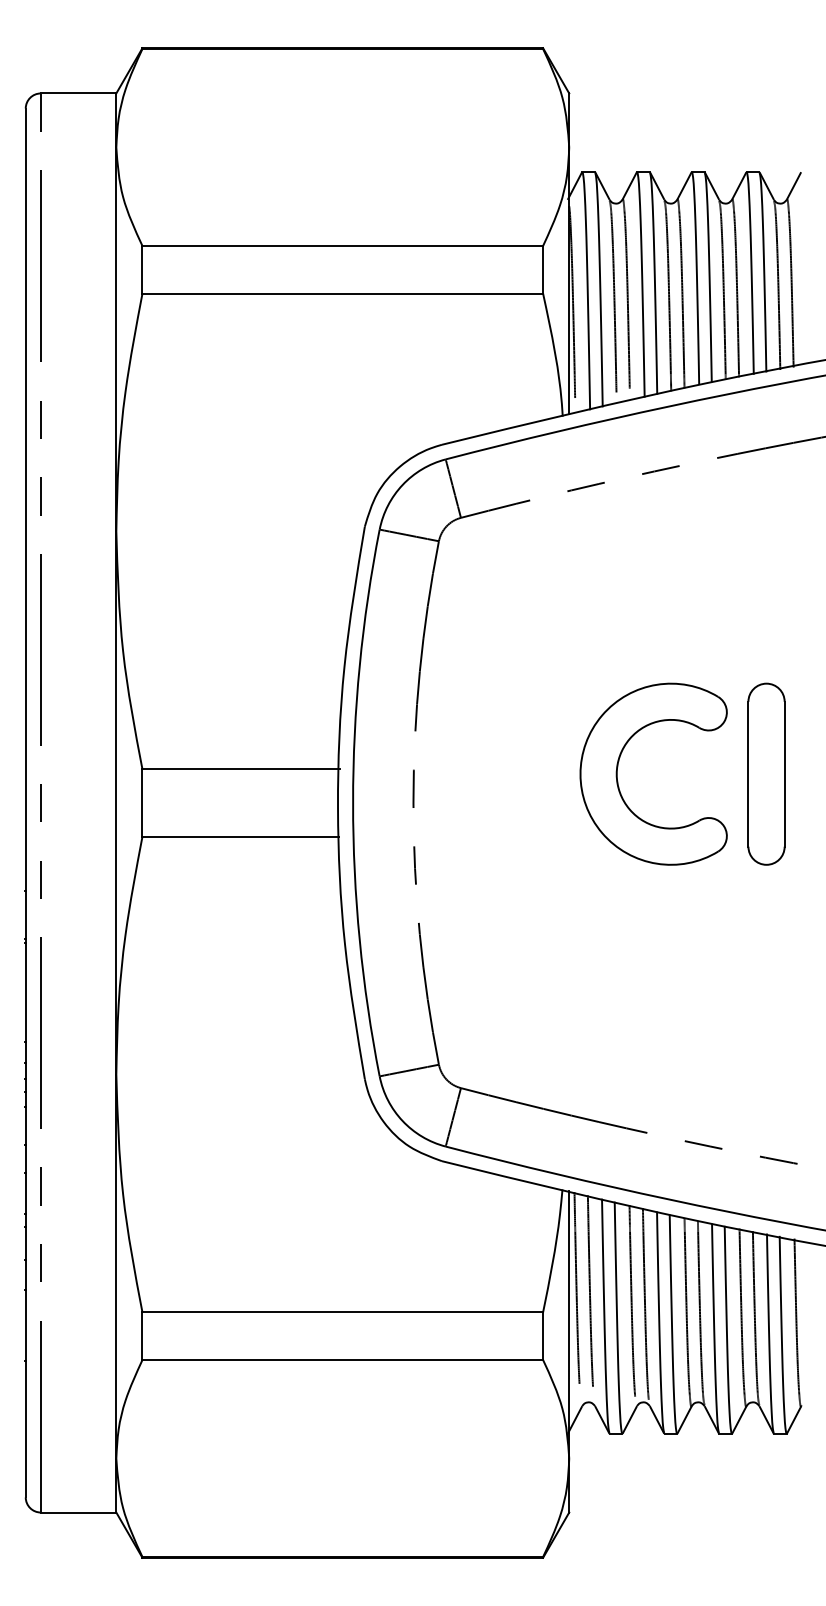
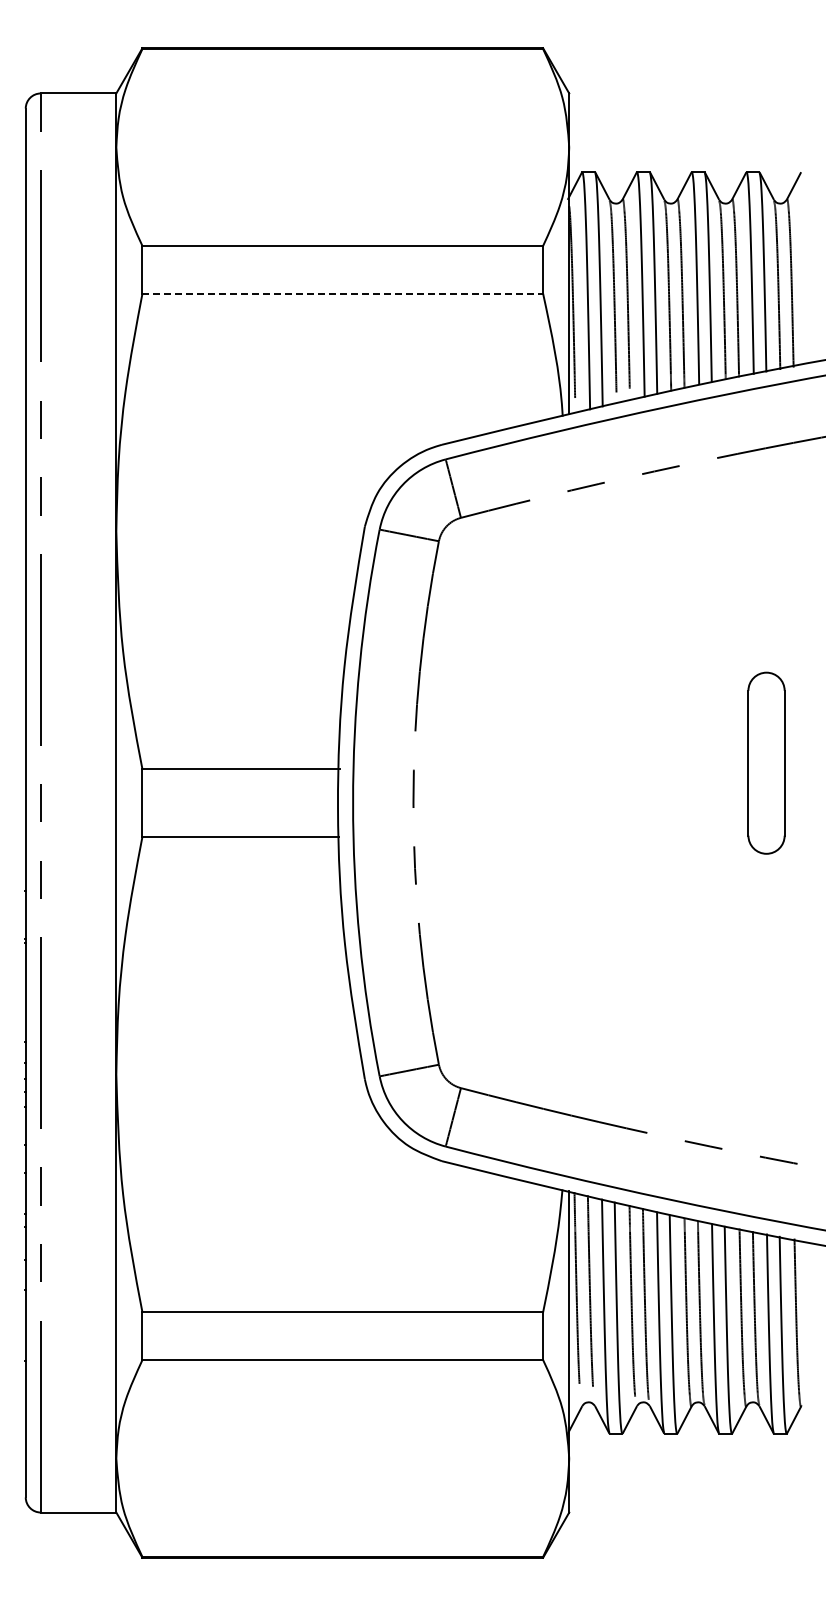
line at (343, 293): solid -> dashed
part at (618, 767): present -> none
part at (766, 773) position: (766, 773) -> (766, 762)
